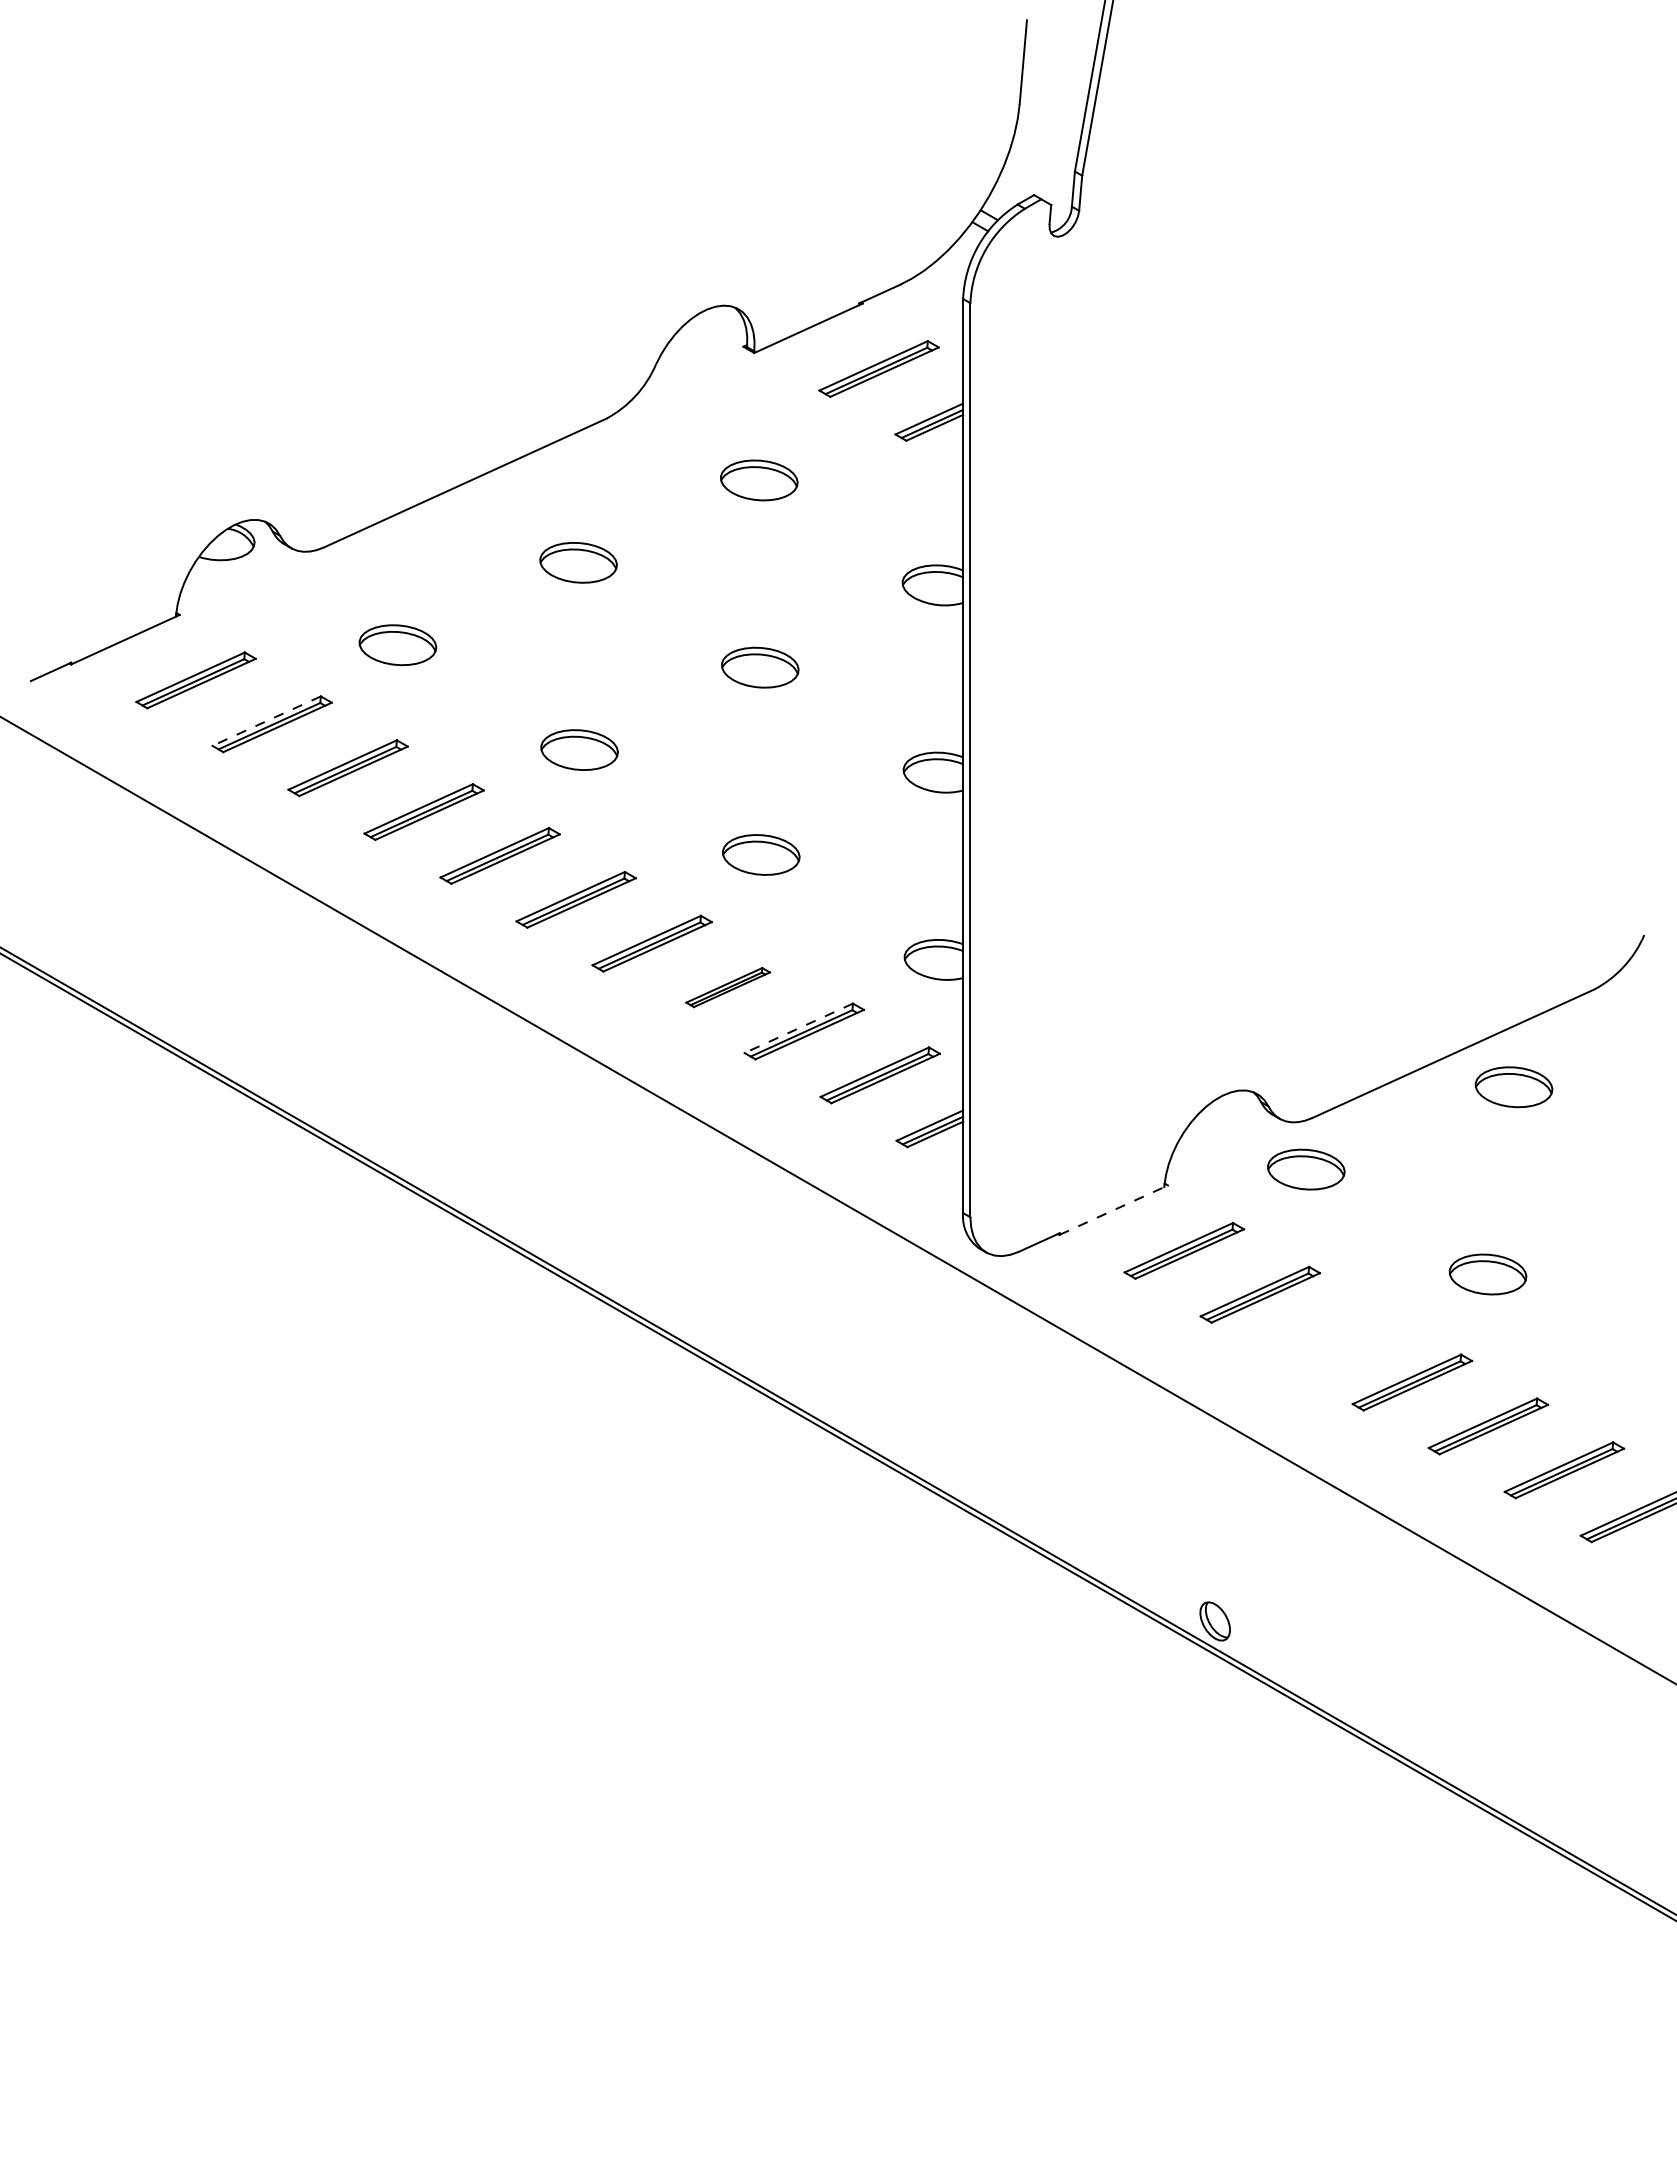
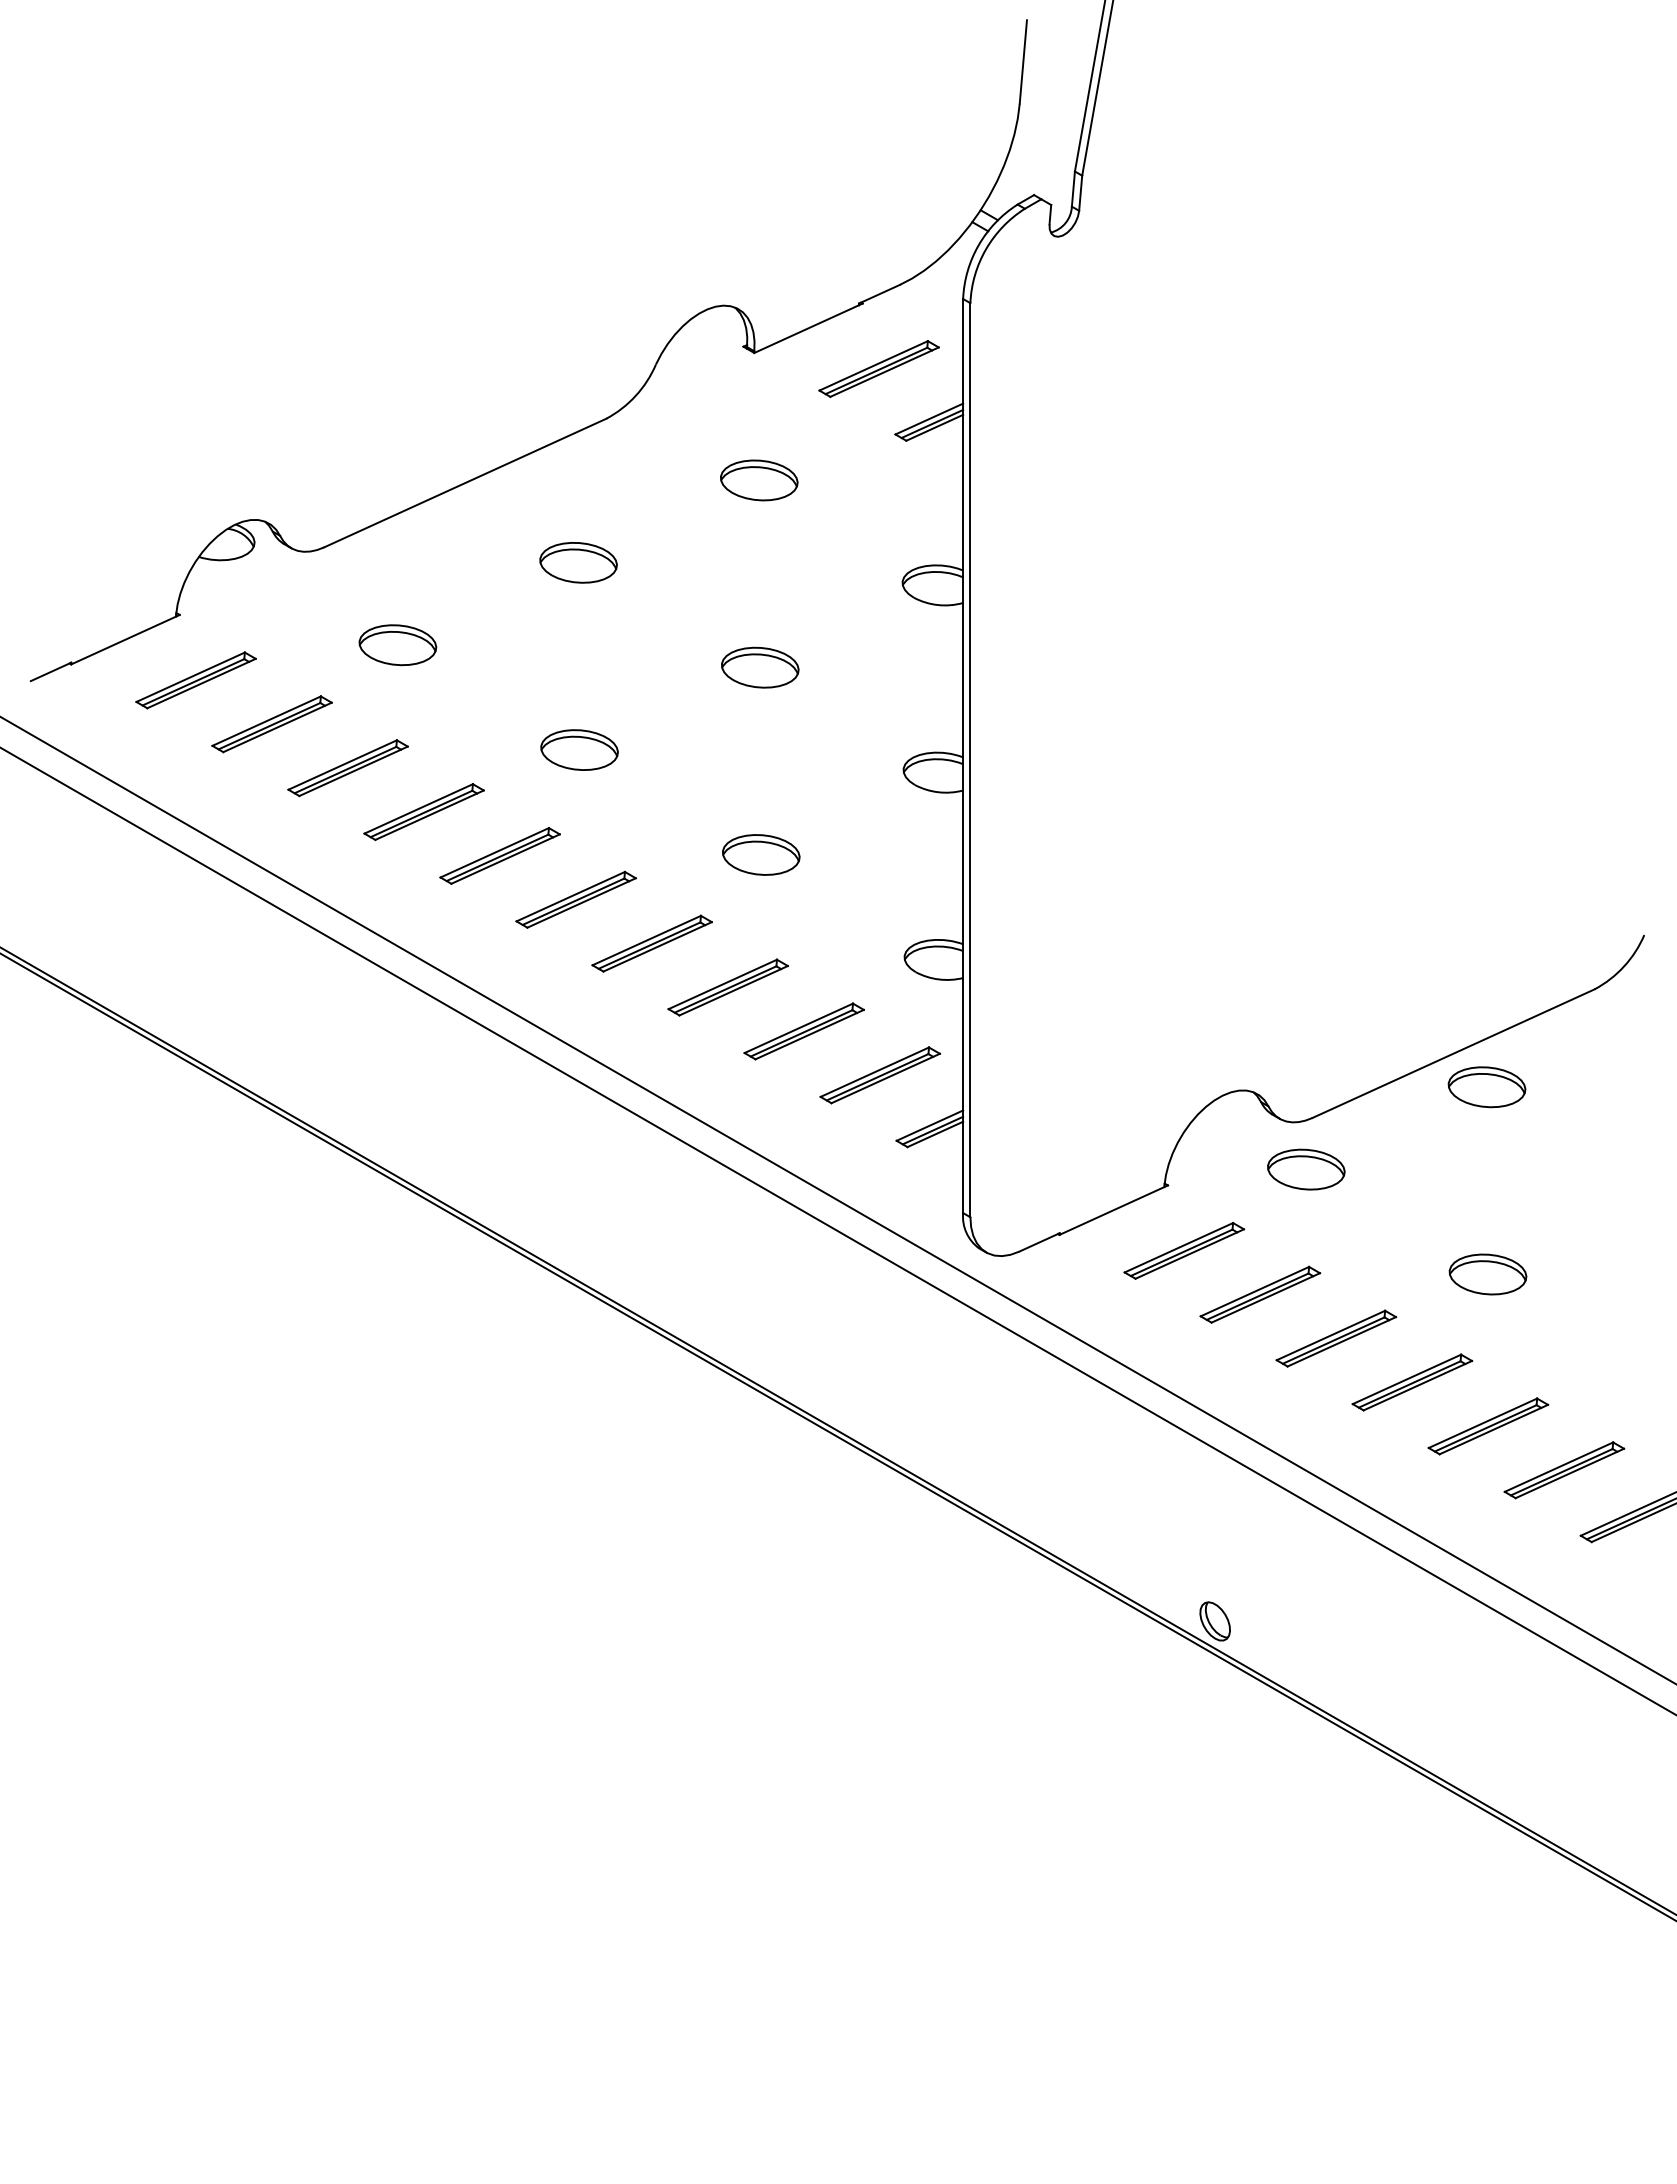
line at (266, 721): dashed -> solid
part at (728, 987) size: 87x42 px -> 122x59 px
line at (798, 1028): dashed -> solid
part at (1513, 1087) position: (1513, 1087) -> (1486, 1087)
line at (1113, 1210): dashed -> solid
line at (837, 1230): none -> present
part at (1336, 1338): none -> present
